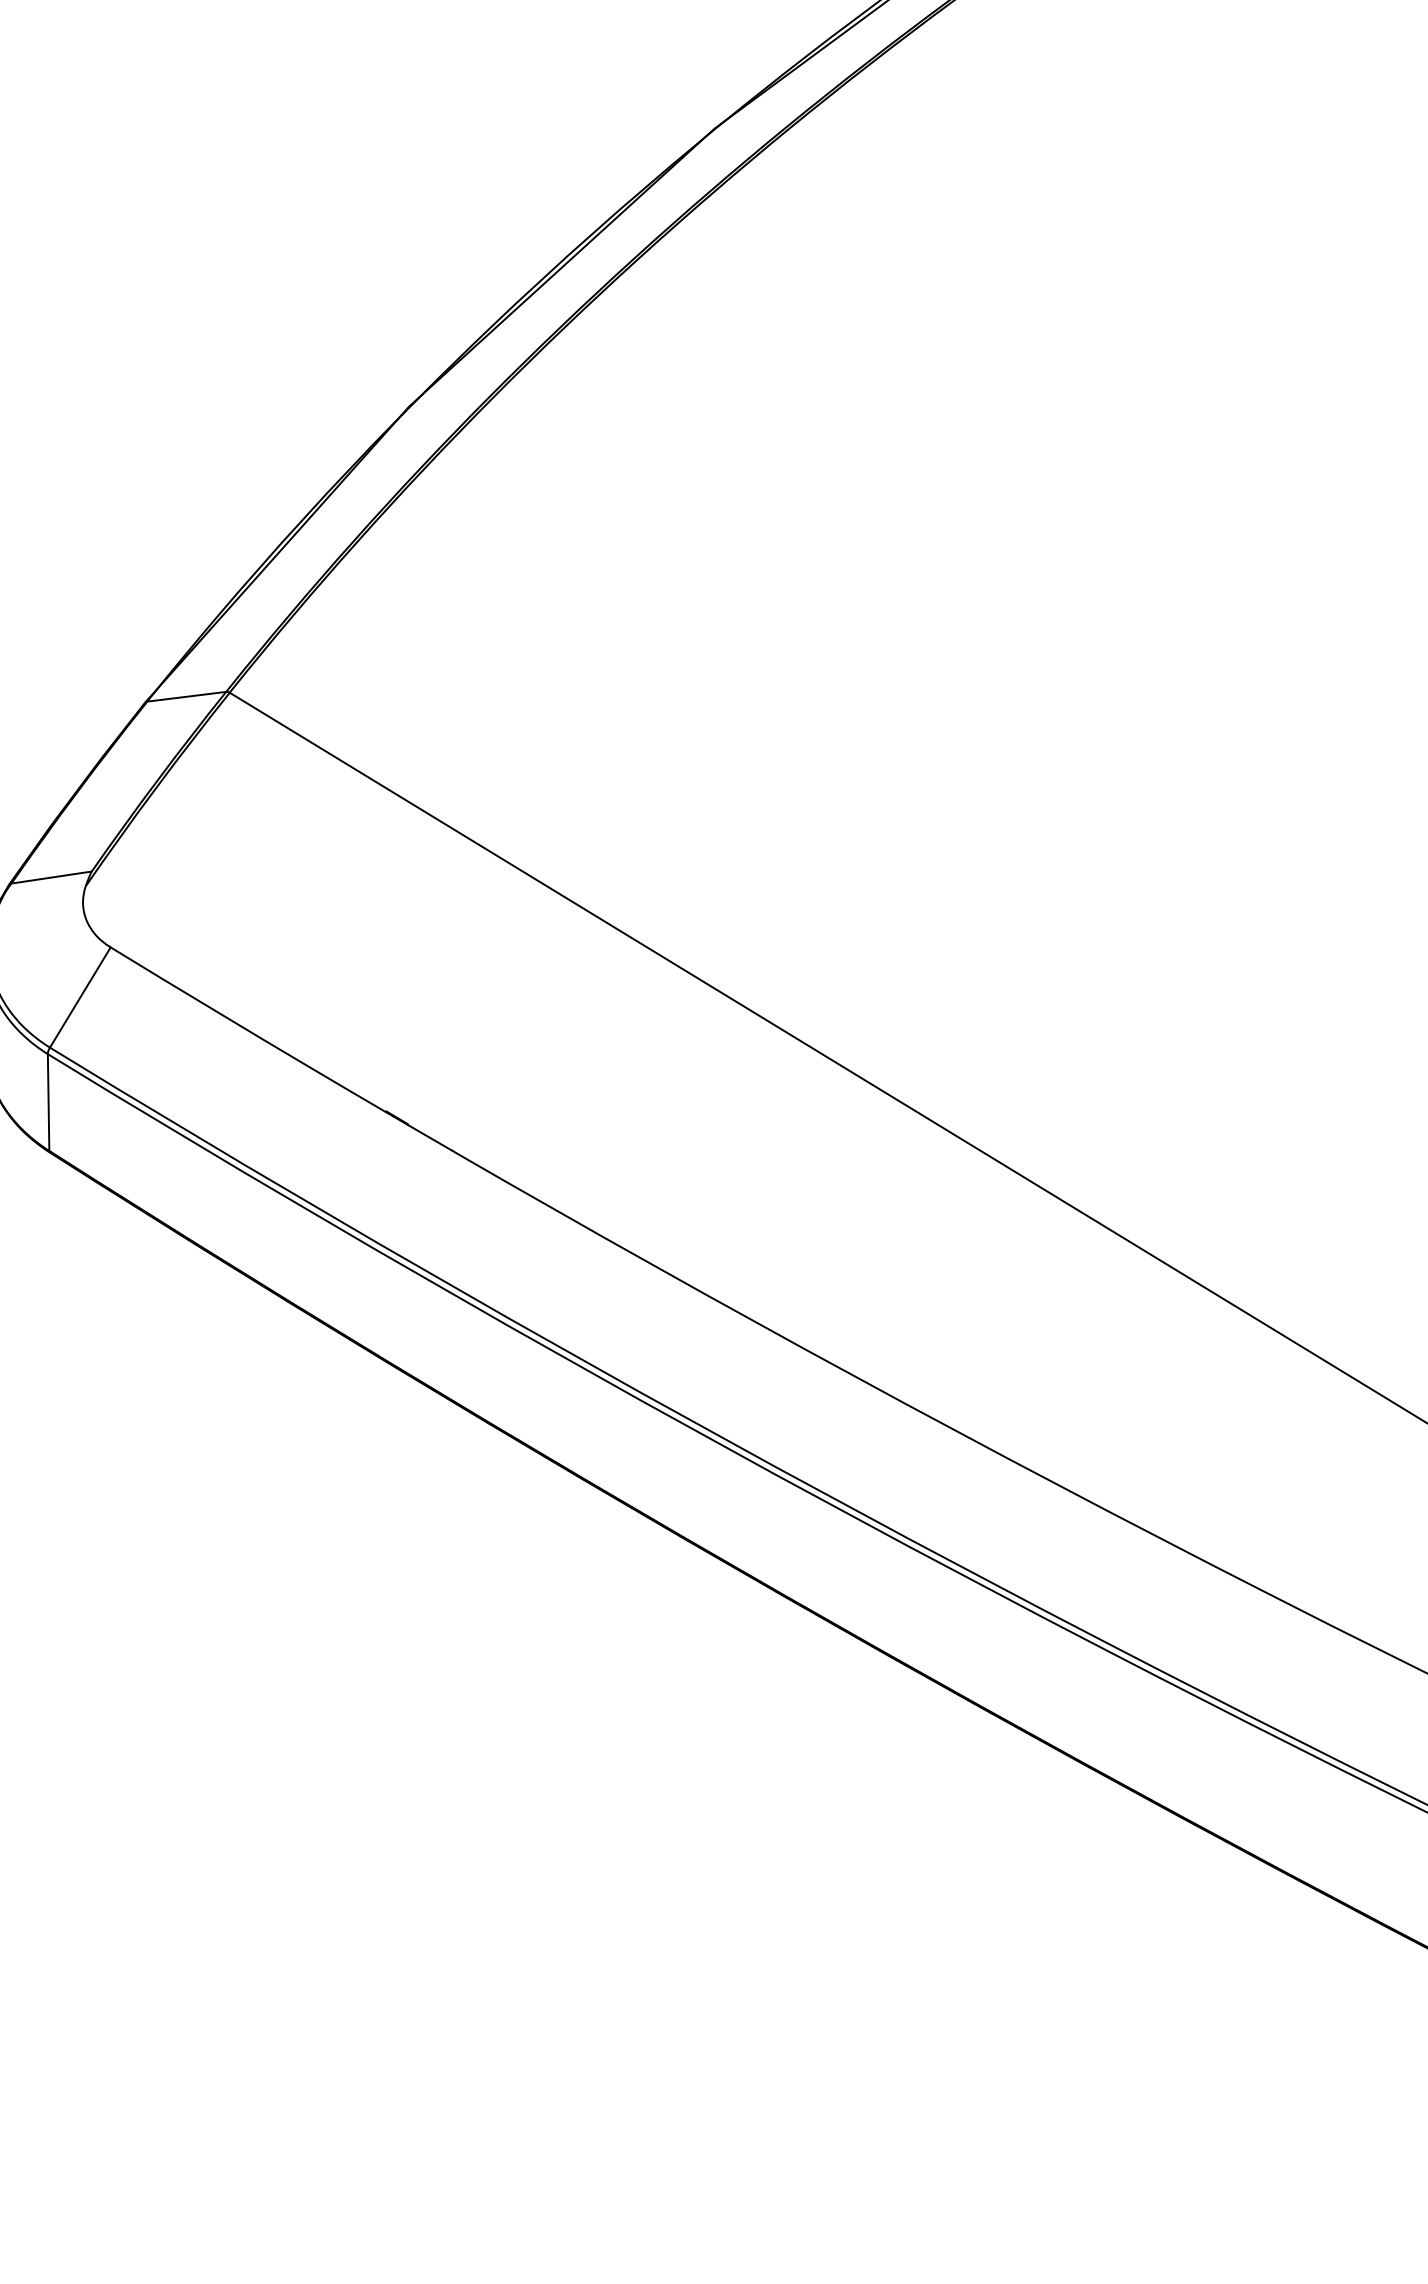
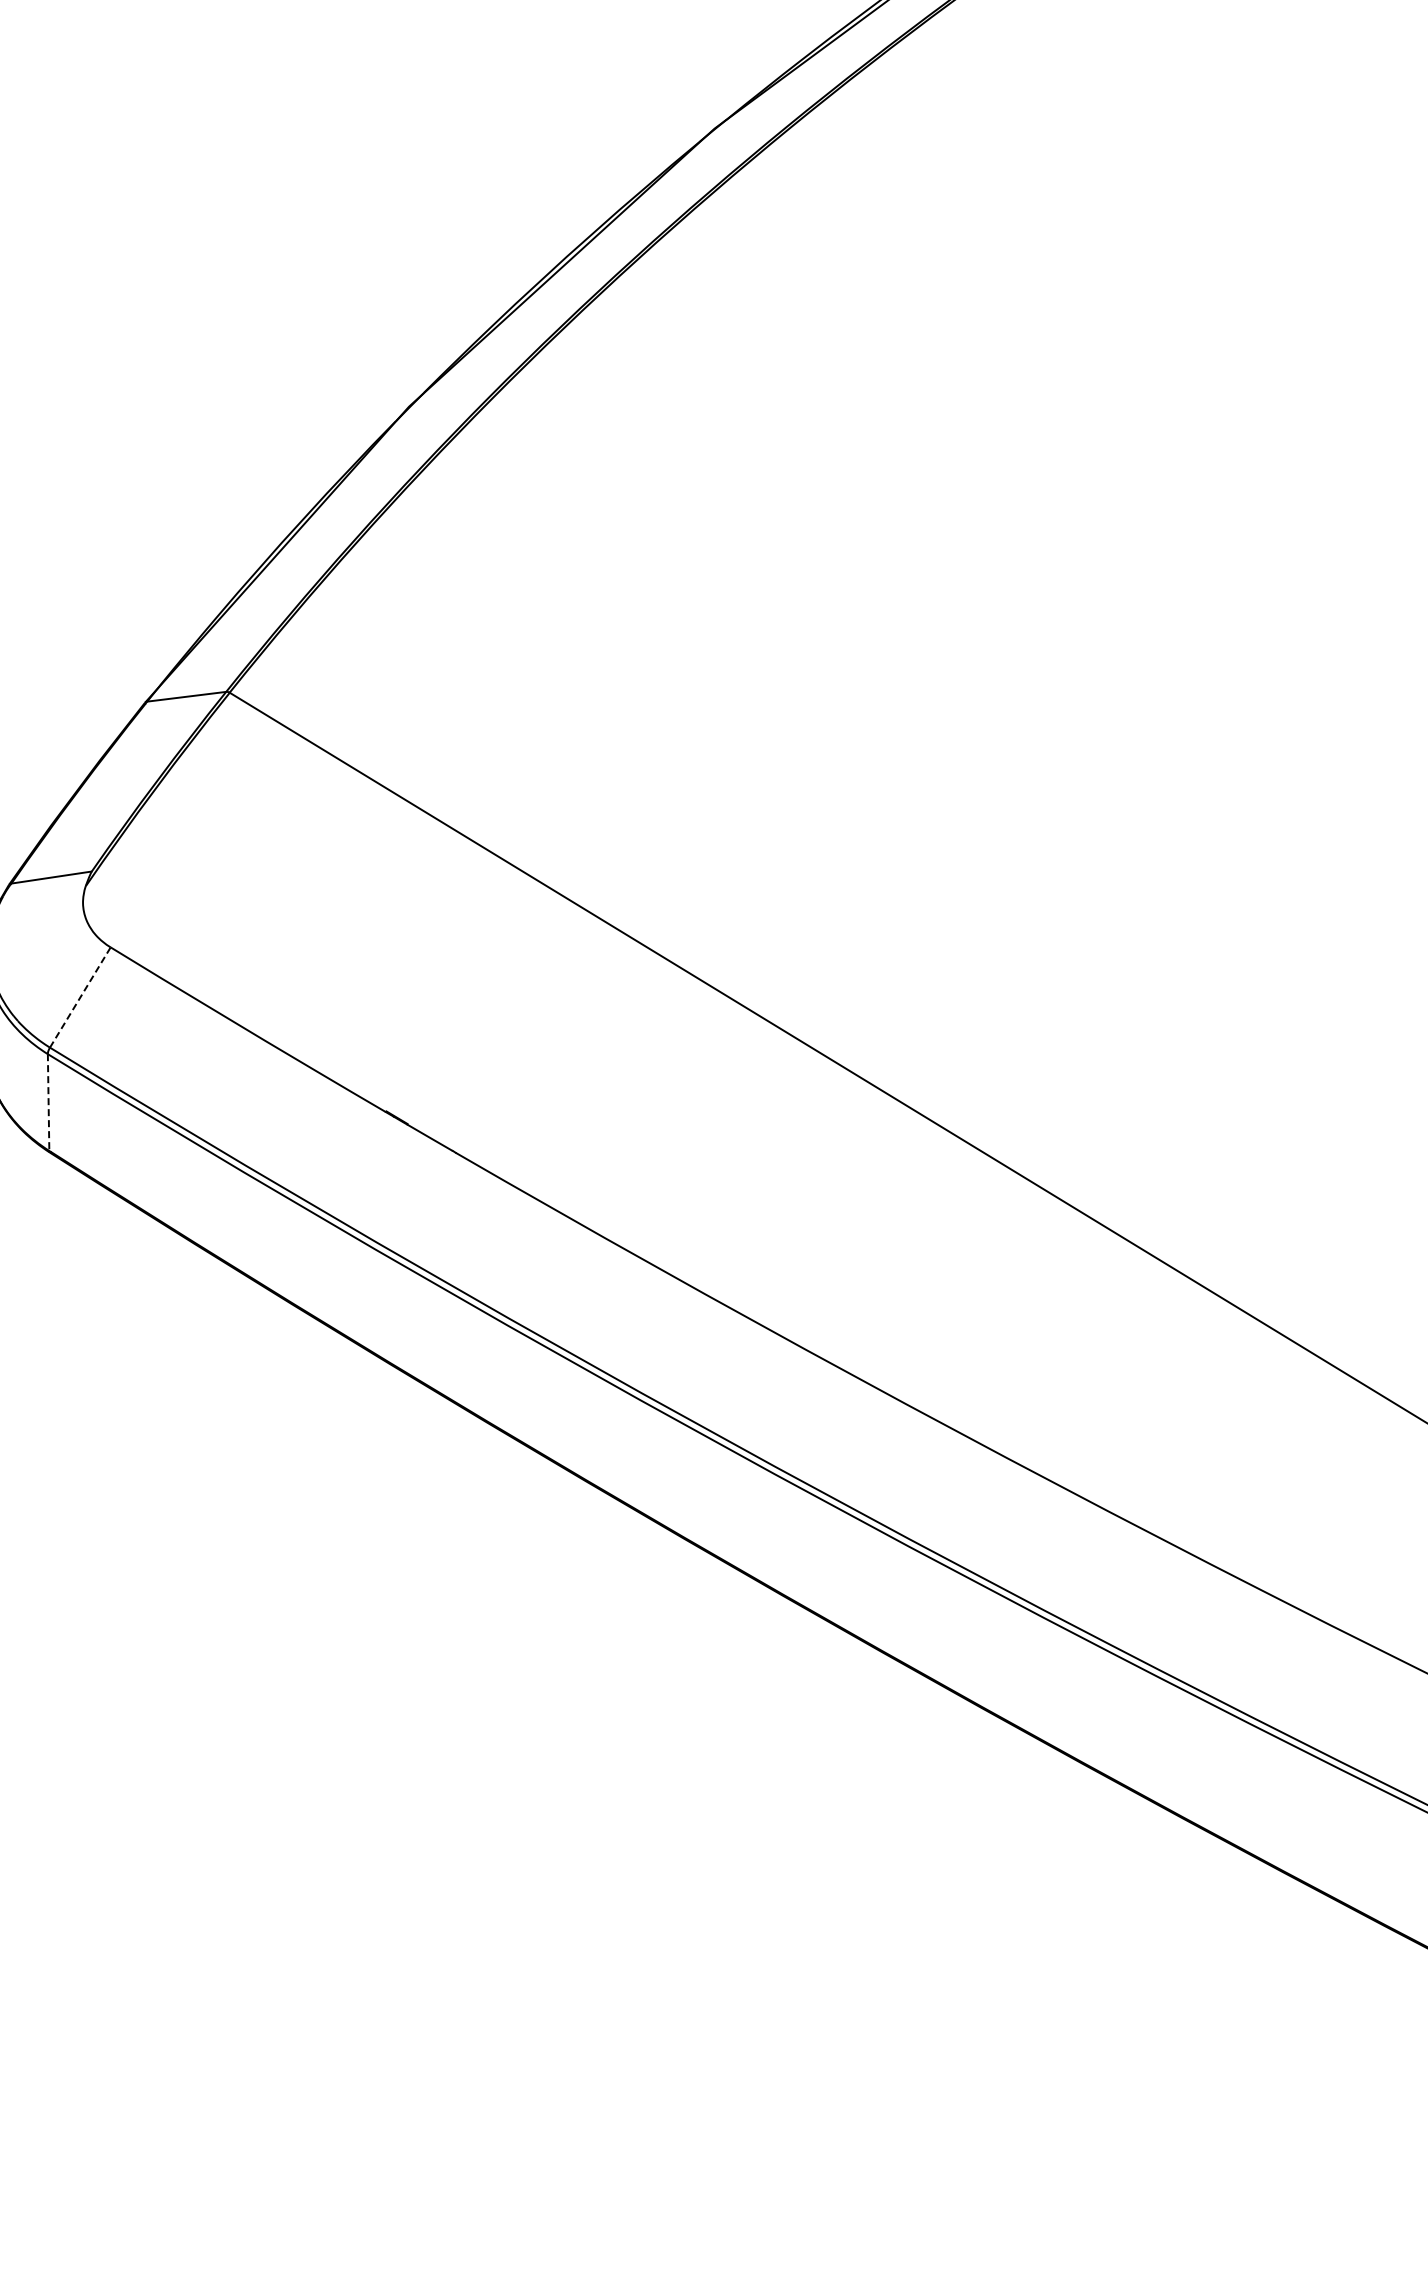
line at (80, 997): solid -> dashed
line at (48, 1103): solid -> dashed
